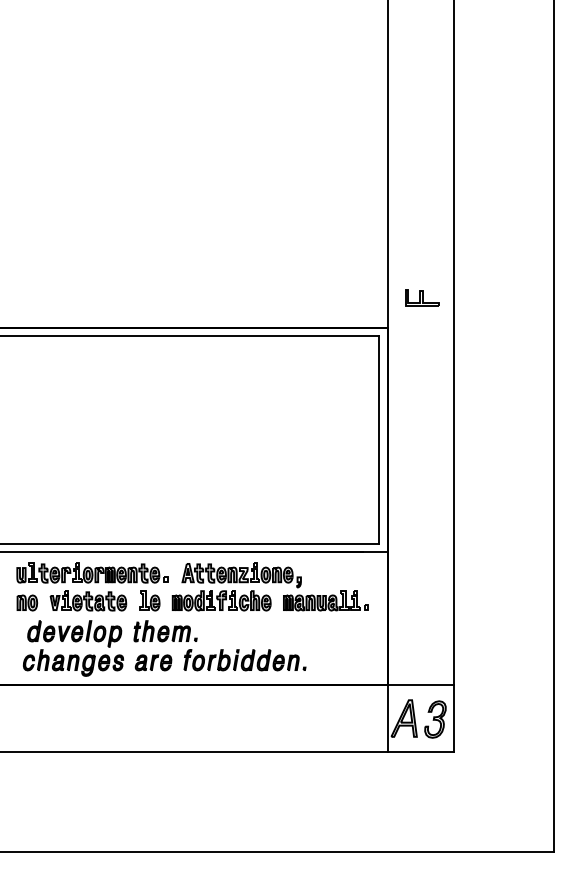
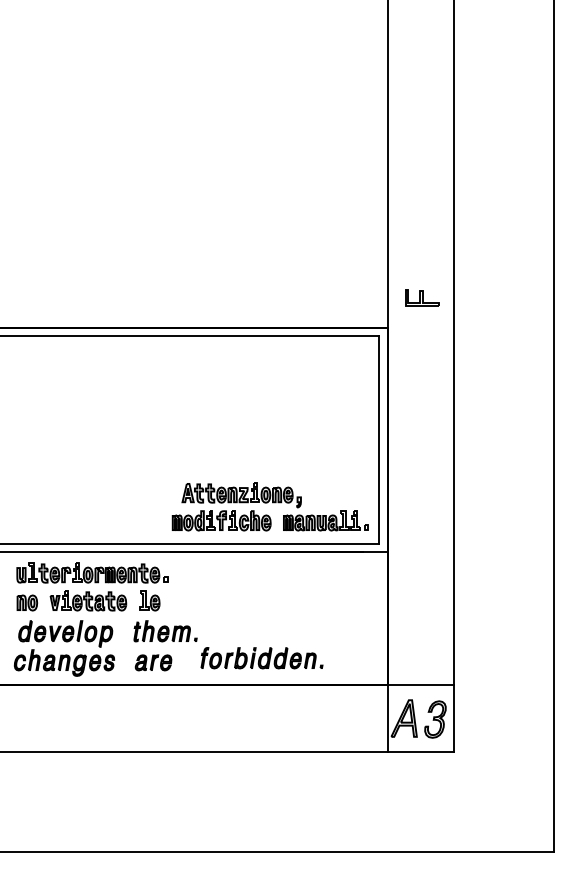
part at (269, 586) position: (269, 586) -> (269, 506)
part at (72, 648) position: (72, 648) -> (63, 648)
part at (244, 660) position: (244, 660) -> (261, 658)
